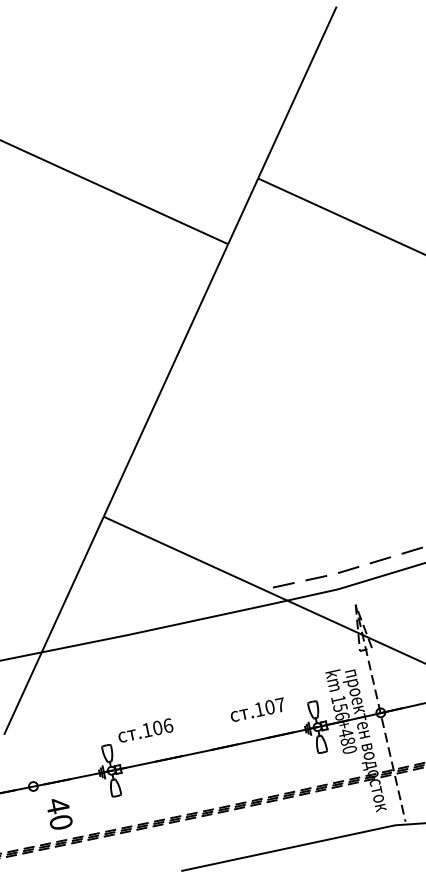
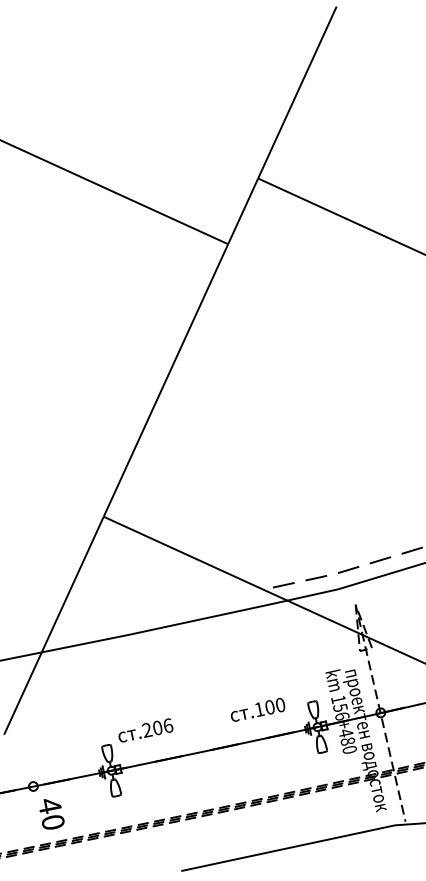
text at (280, 704): .107 -> .100
text at (147, 730): .106 -> .206
text at (59, 814) position: (59, 814) -> (51, 814)
